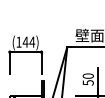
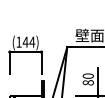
text at (87, 82): 50 -> 80
